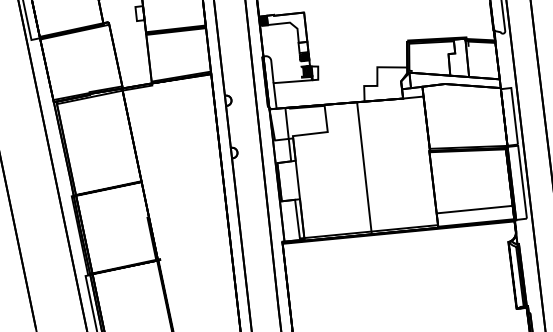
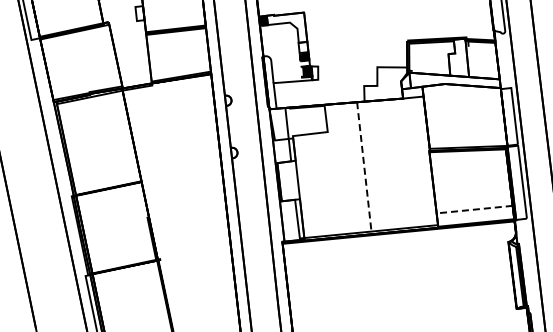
line at (364, 168): solid -> dashed
line at (474, 209): solid -> dashed
